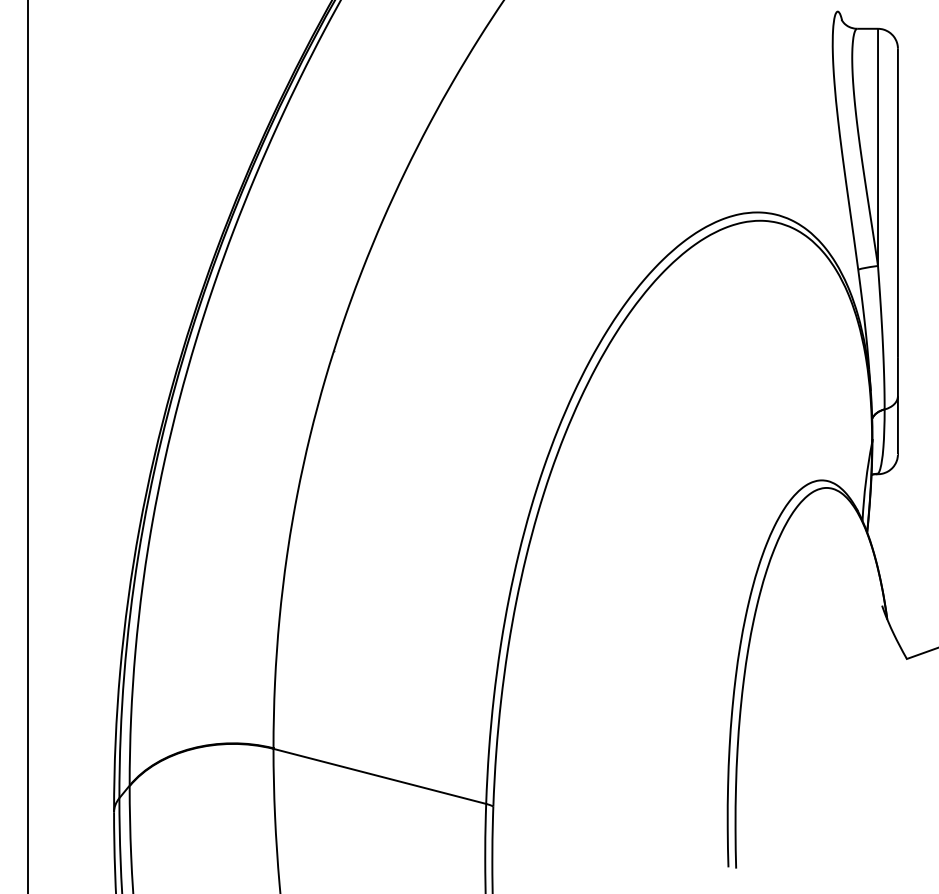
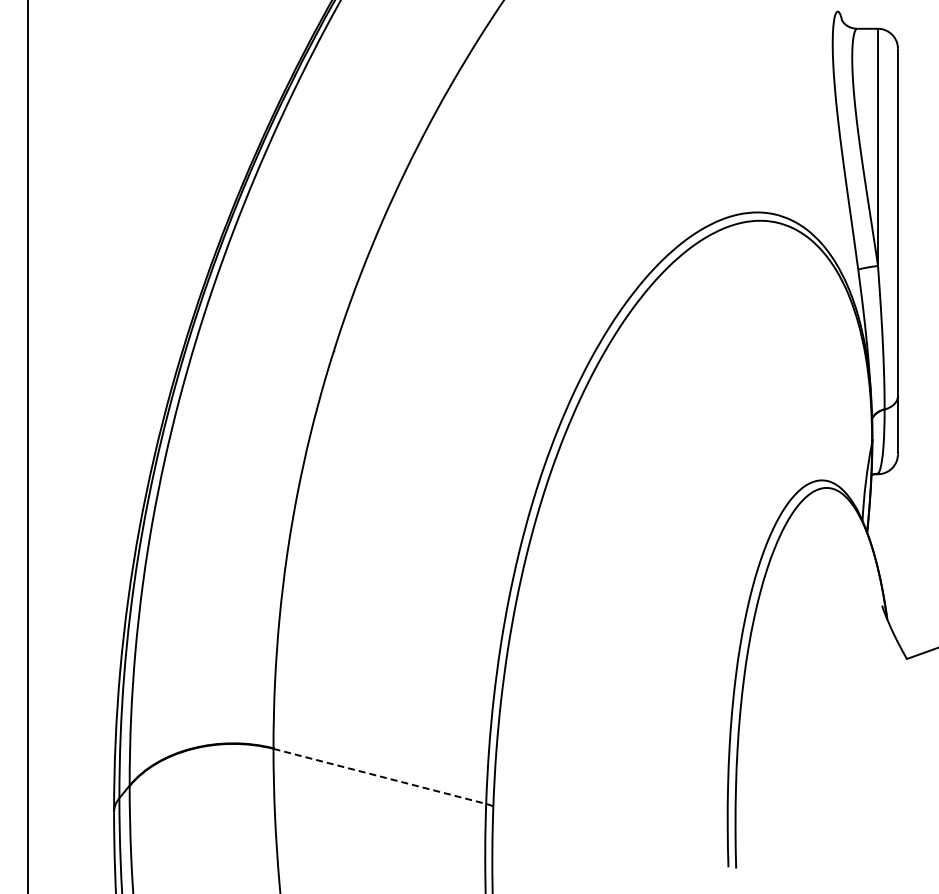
line at (379, 776): solid -> dashed
